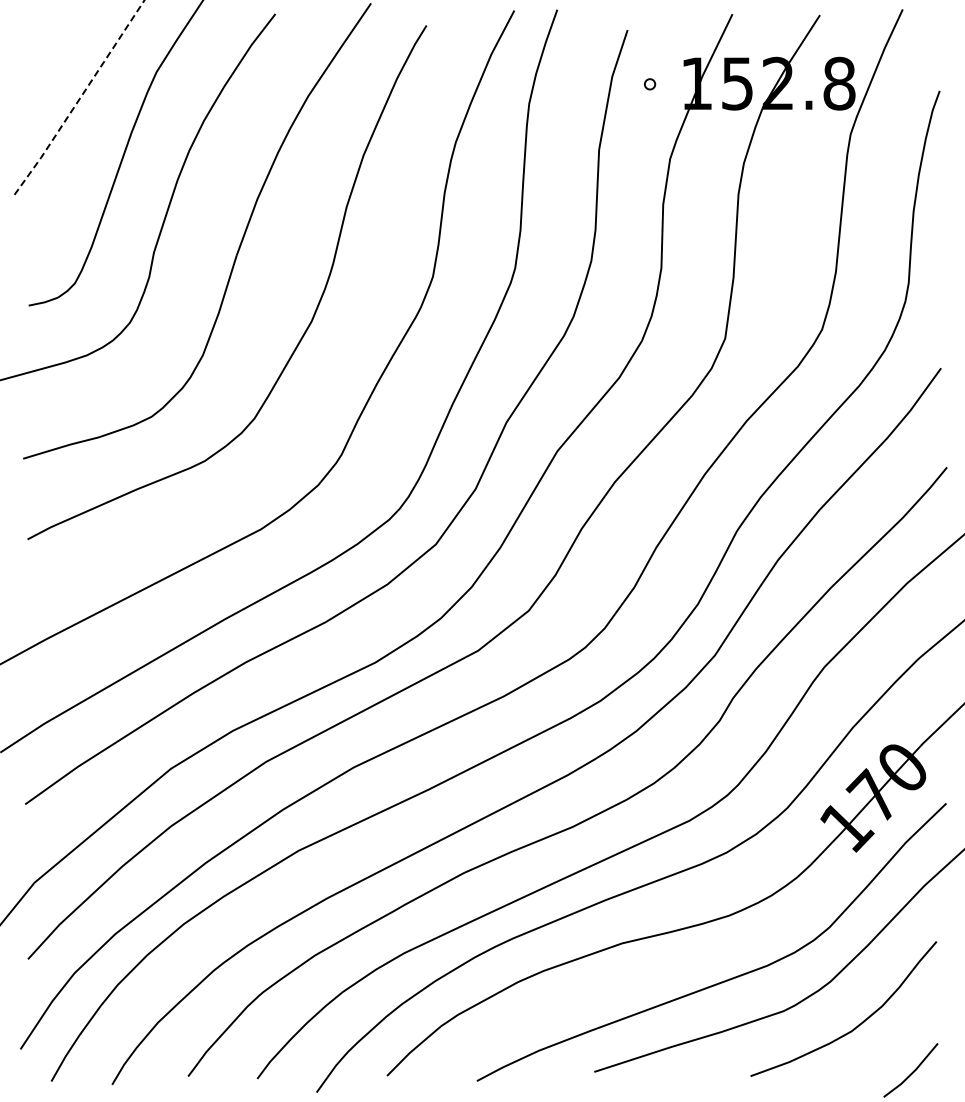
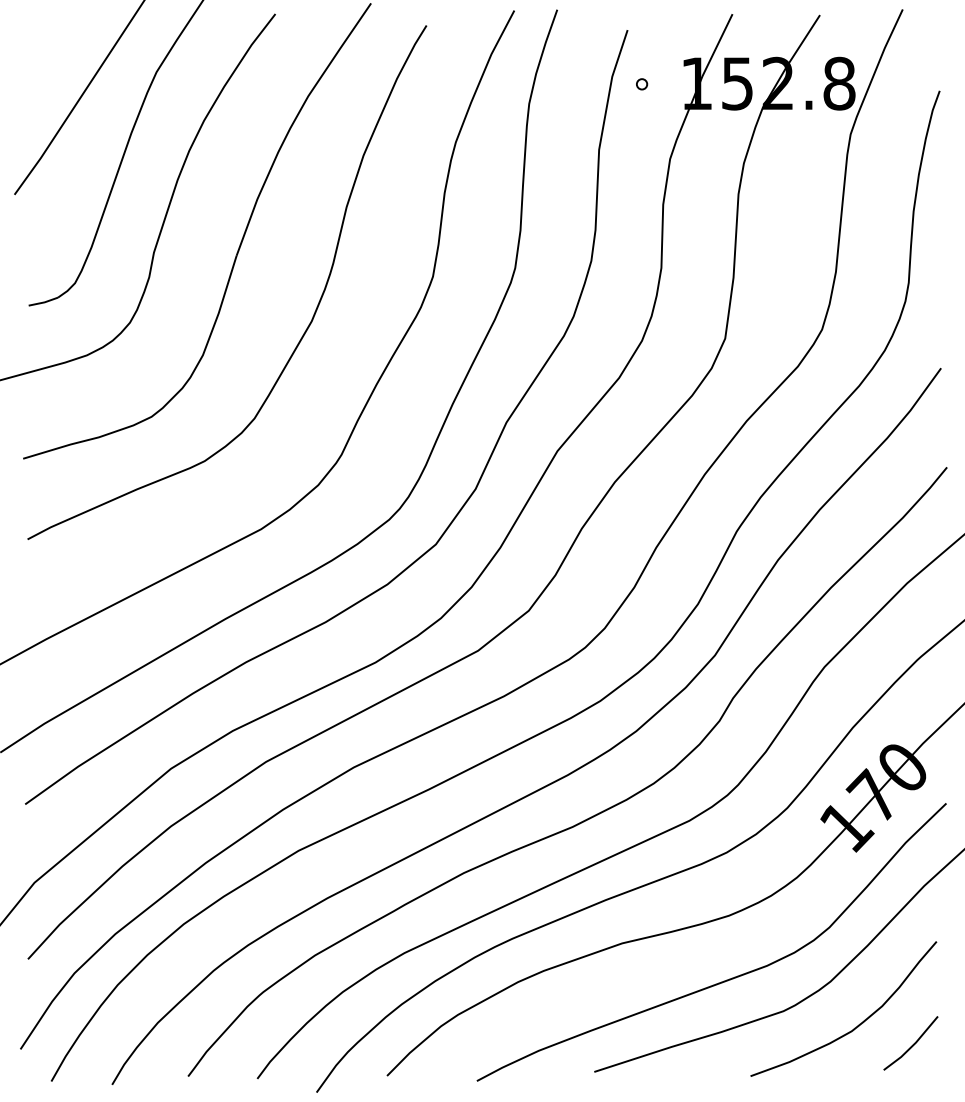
part at (650, 84) position: (650, 84) -> (642, 84)
line at (80, 98): dashed -> solid
line at (912, 1071) position: (912, 1071) -> (912, 1044)
